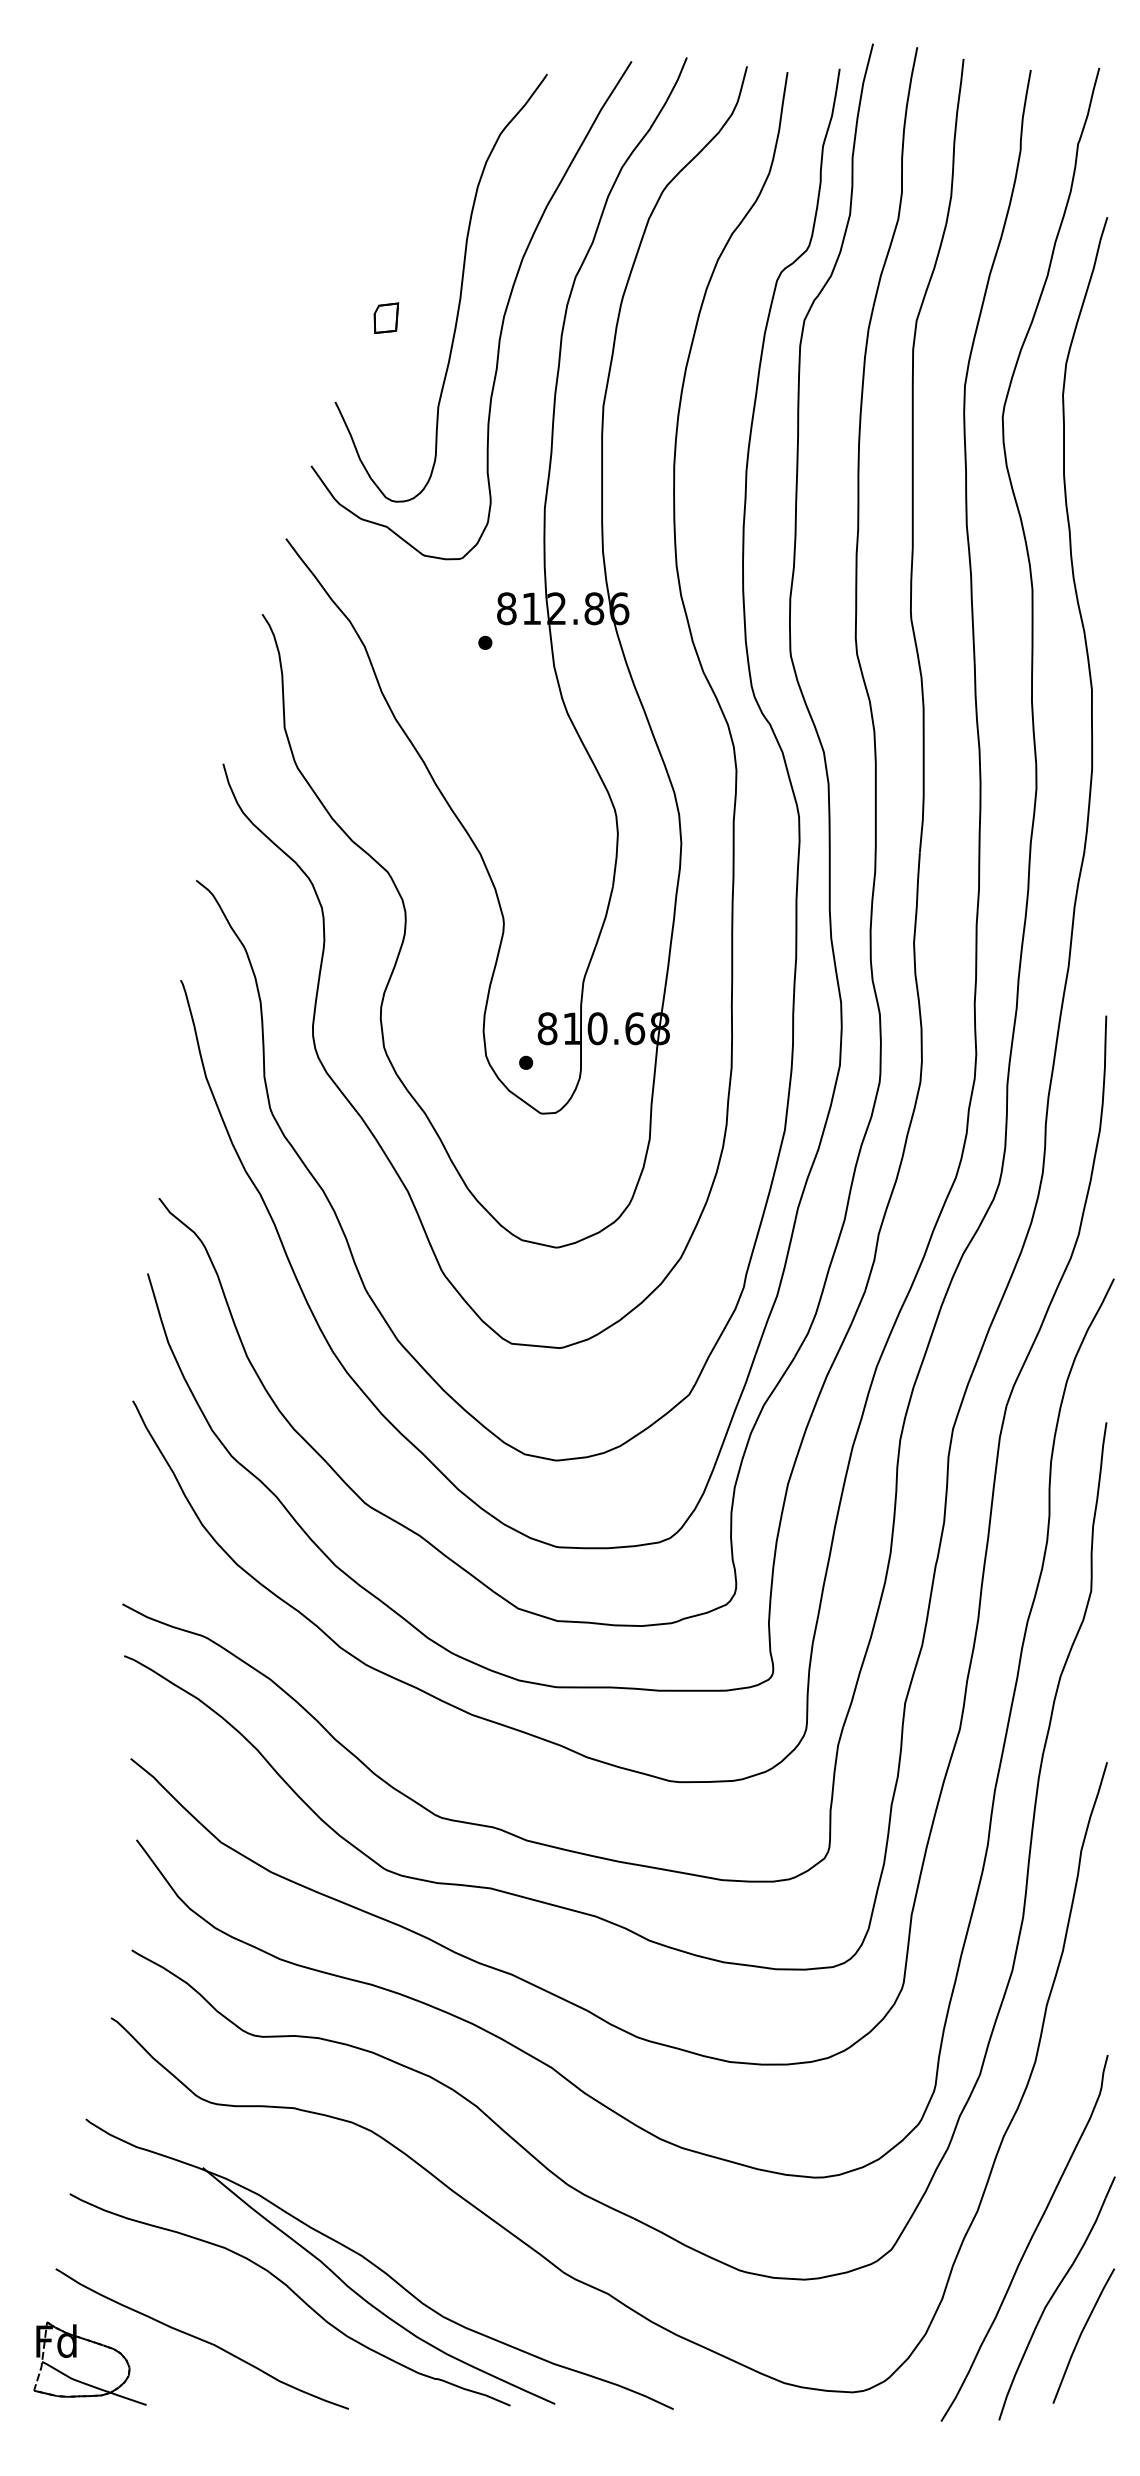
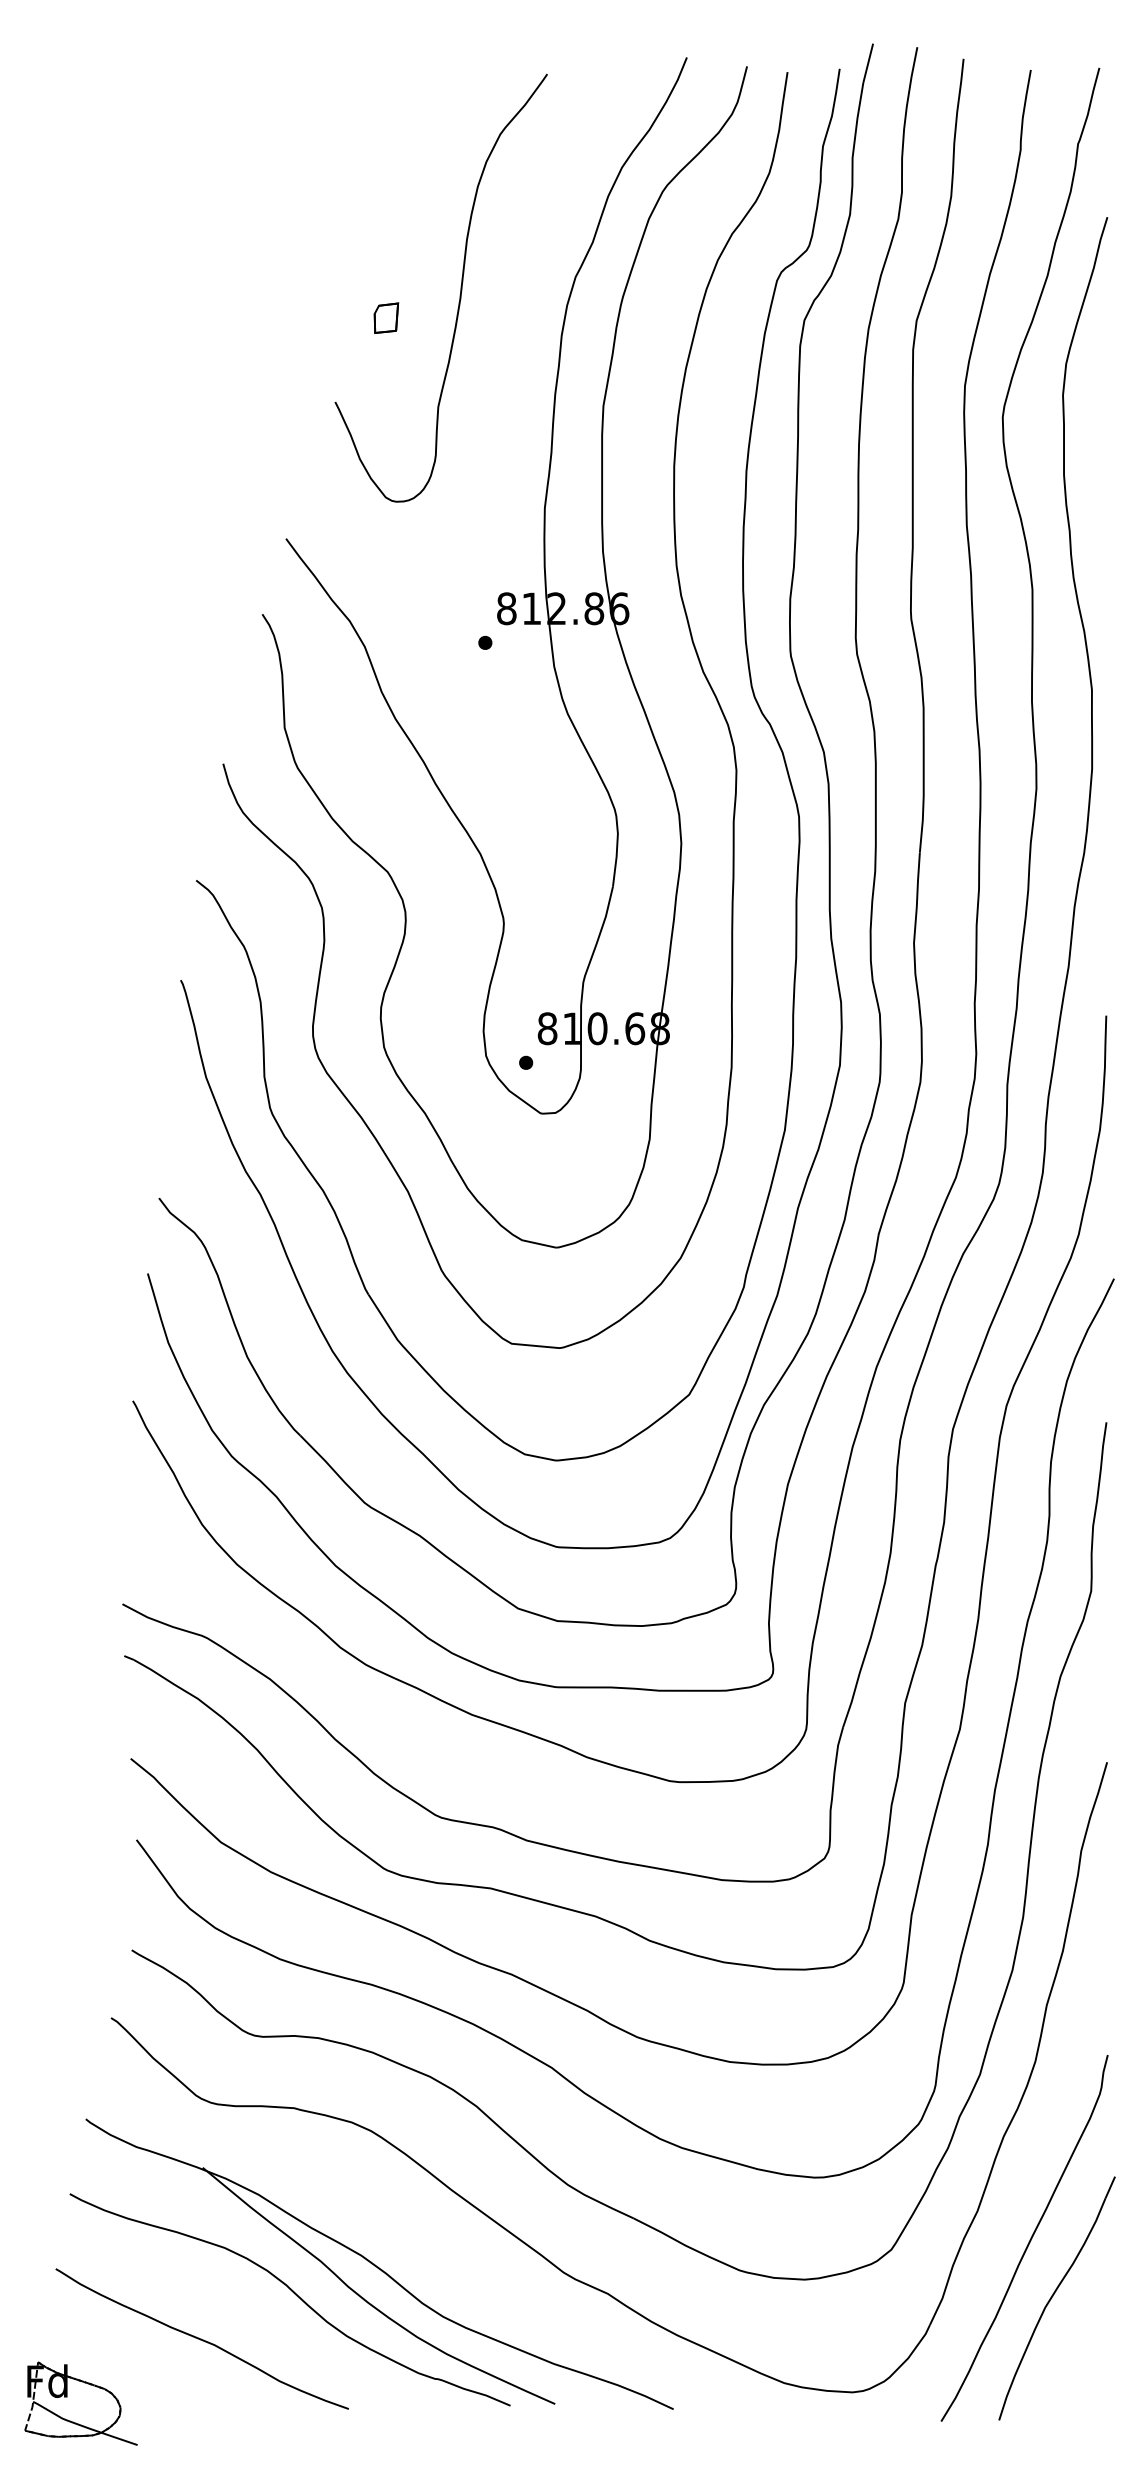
curve at (502, 318): present -> none
curve at (1081, 2335): present -> none
part at (76, 2357) position: (76, 2357) -> (67, 2397)
